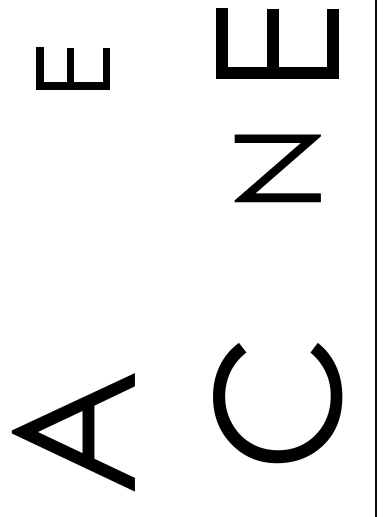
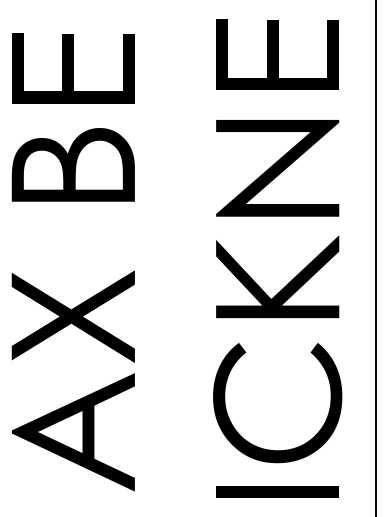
part at (277, 43) position: (277, 43) -> (277, 54)
part at (72, 68) size: 74x43 px -> 123x71 px
part at (72, 164): none -> present
part at (277, 168) size: 87x69 px -> 124x97 px
part at (286, 284): none -> present
fill at (72, 316): none -> present
fill at (277, 491): none -> present
